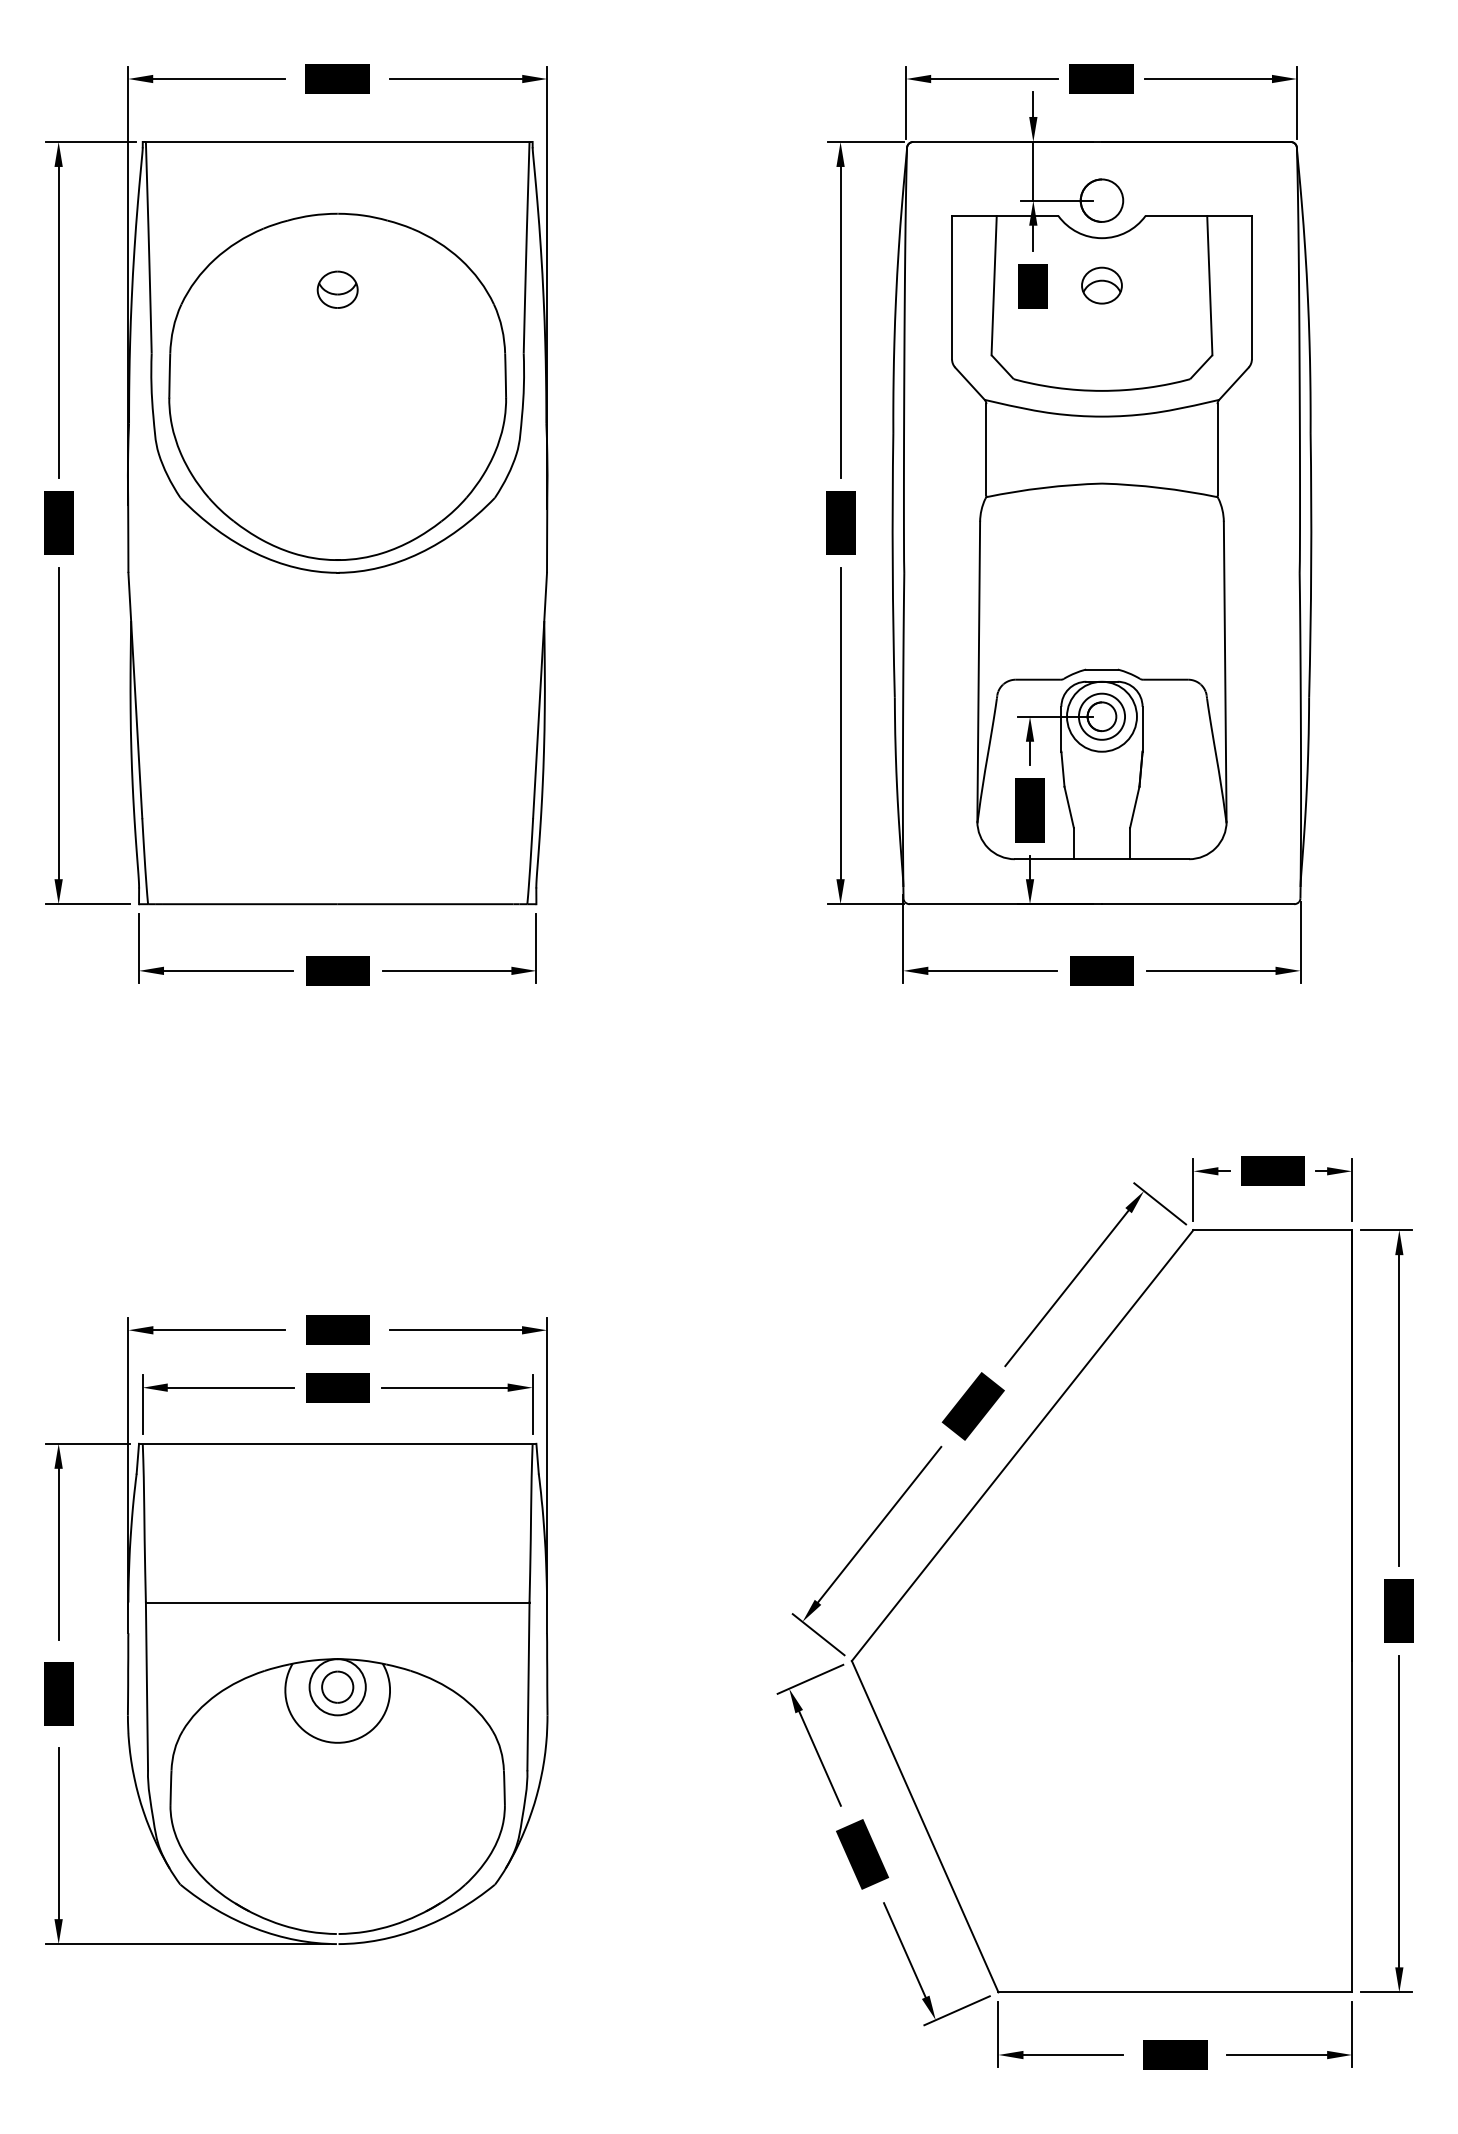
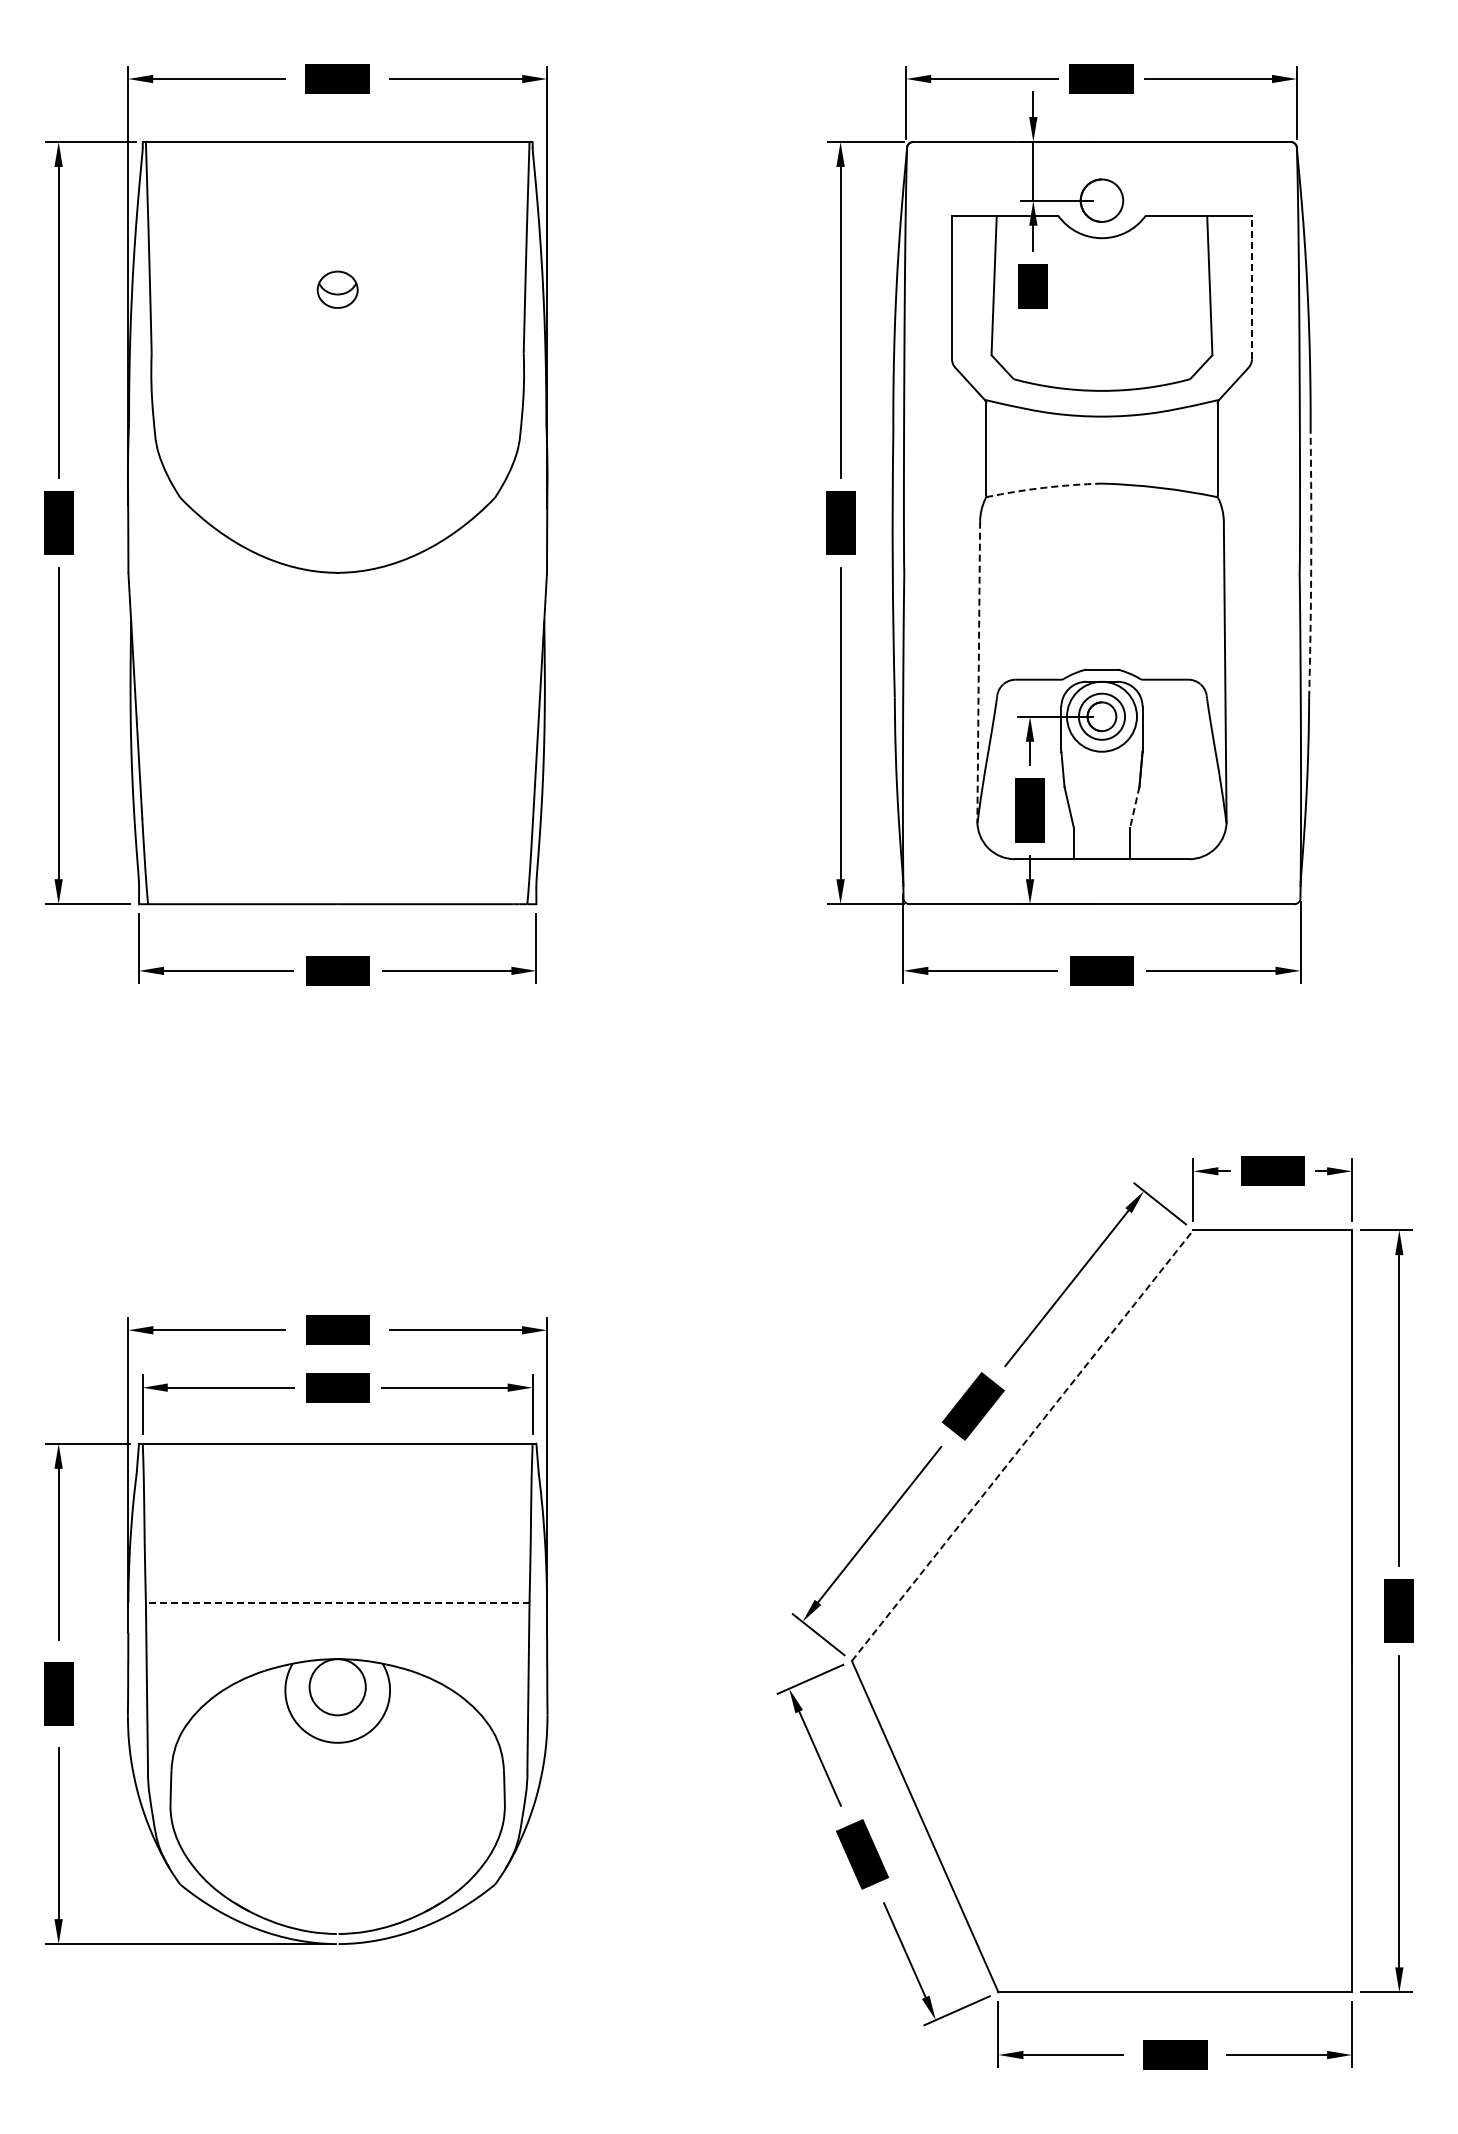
part at (1101, 285): present -> none
line at (1251, 287): solid -> dashed
part at (337, 386): present -> none
arc at (1043, 487): solid -> dashed
arc at (1311, 565): solid -> dashed
line at (978, 671): solid -> dashed
line at (1134, 807): solid -> dashed
line at (1022, 1445): solid -> dashed
line at (337, 1602): solid -> dashed
part at (337, 1686): present -> none
